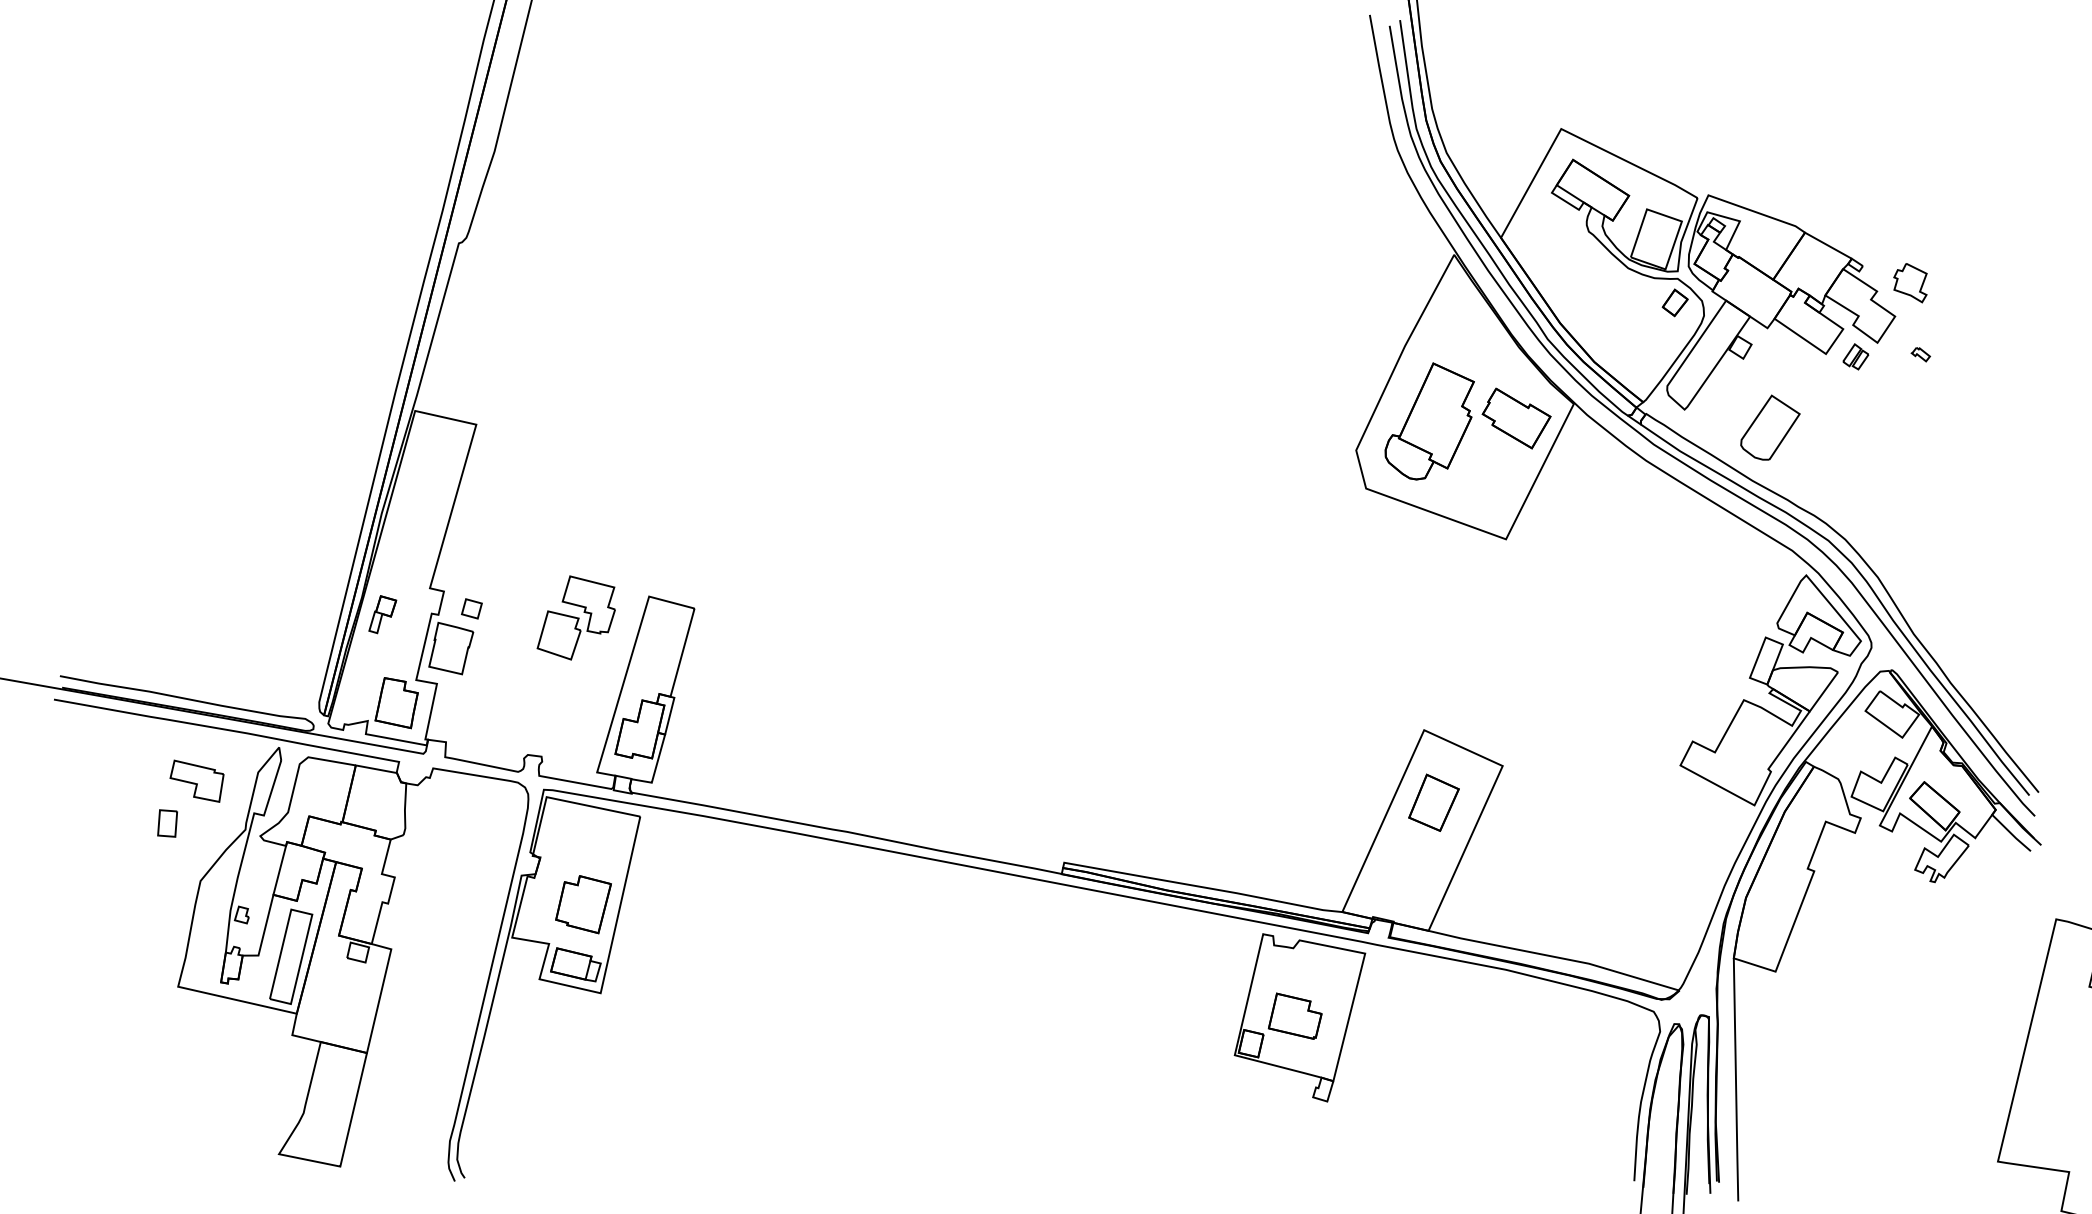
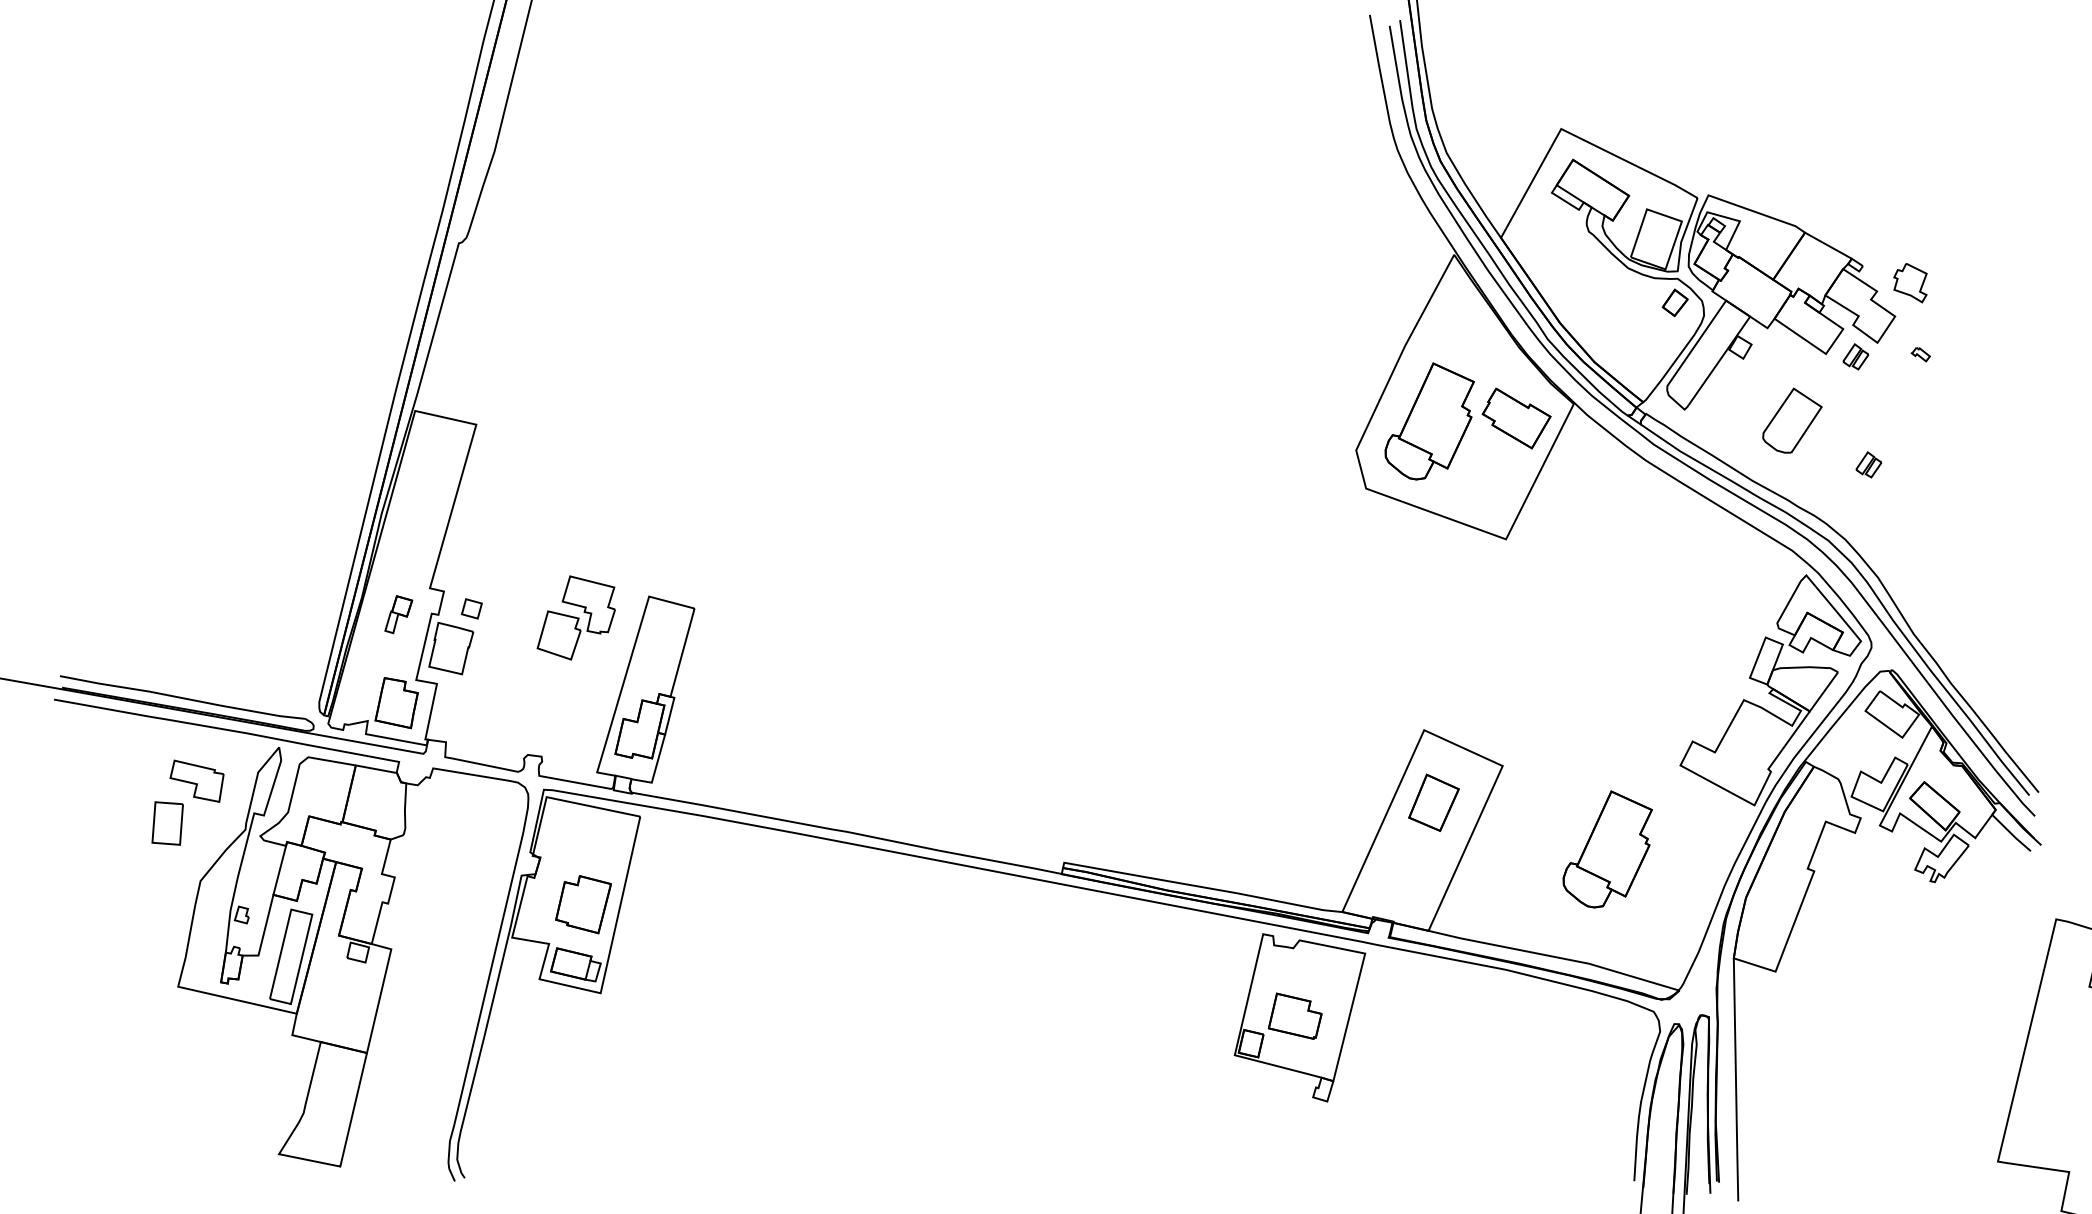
part at (1770, 427) position: (1770, 427) -> (1792, 420)
part at (1868, 464): none -> present
part at (382, 614) position: (382, 614) -> (398, 614)
part at (167, 823) size: 21x29 px -> 33x45 px
part at (1607, 849): none -> present
